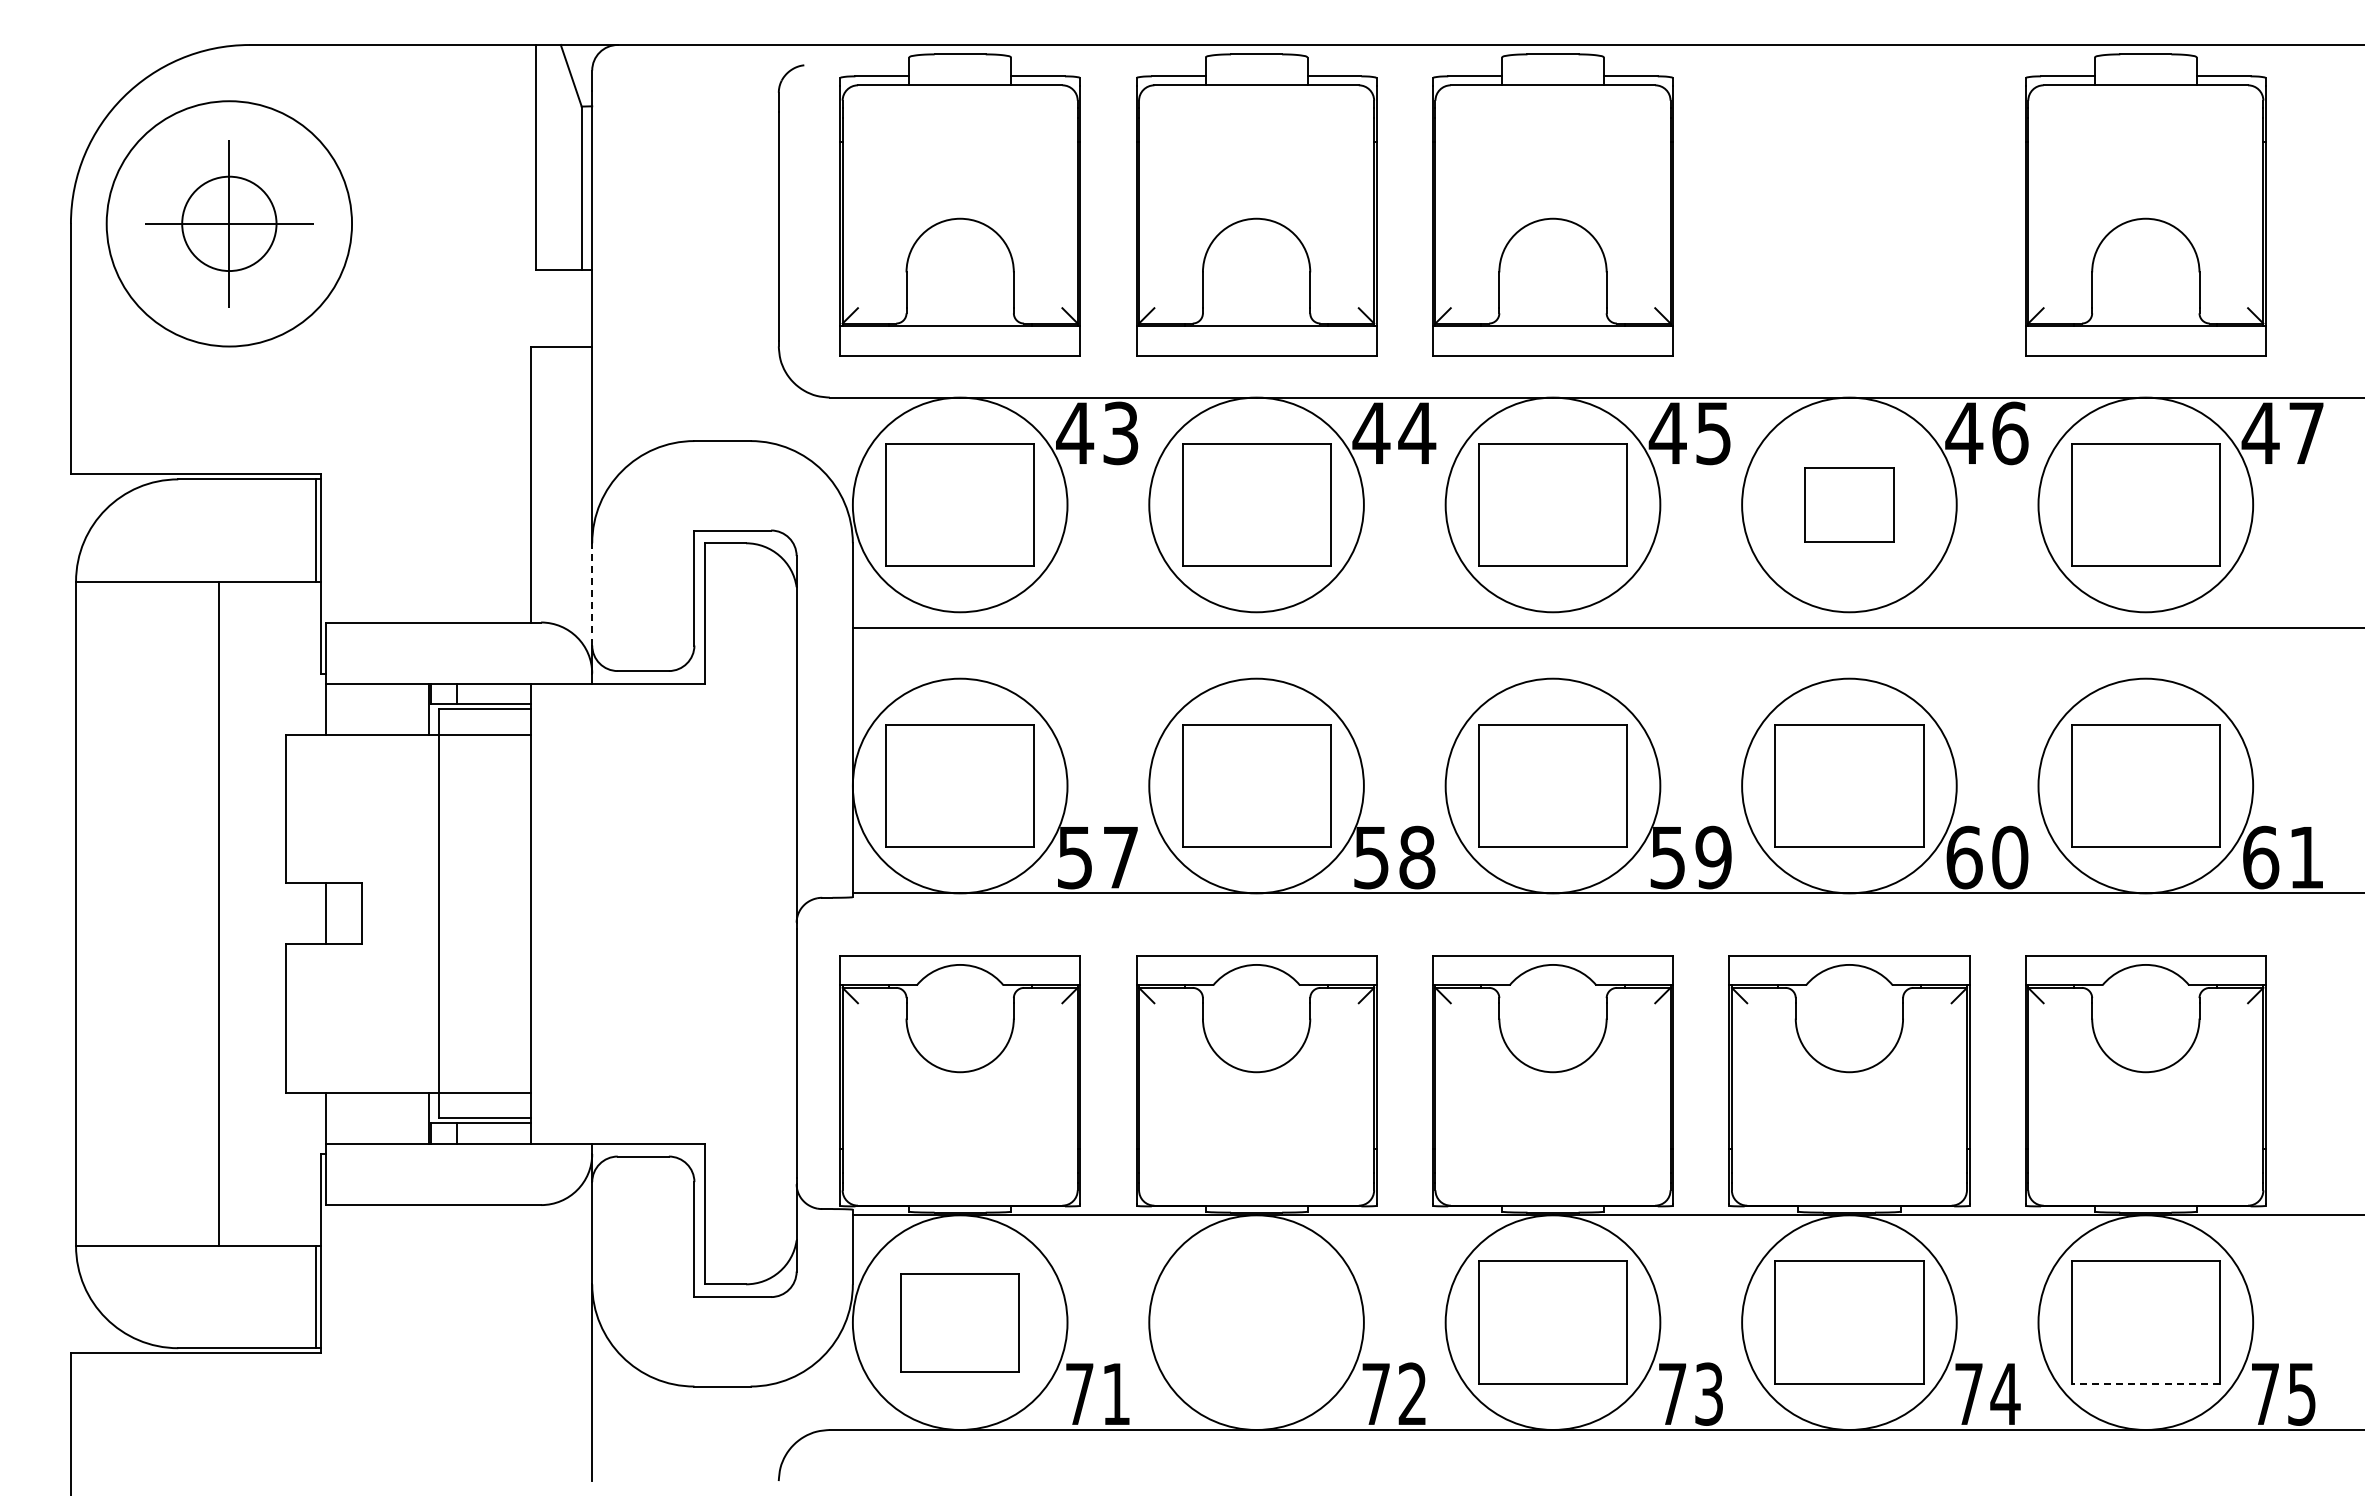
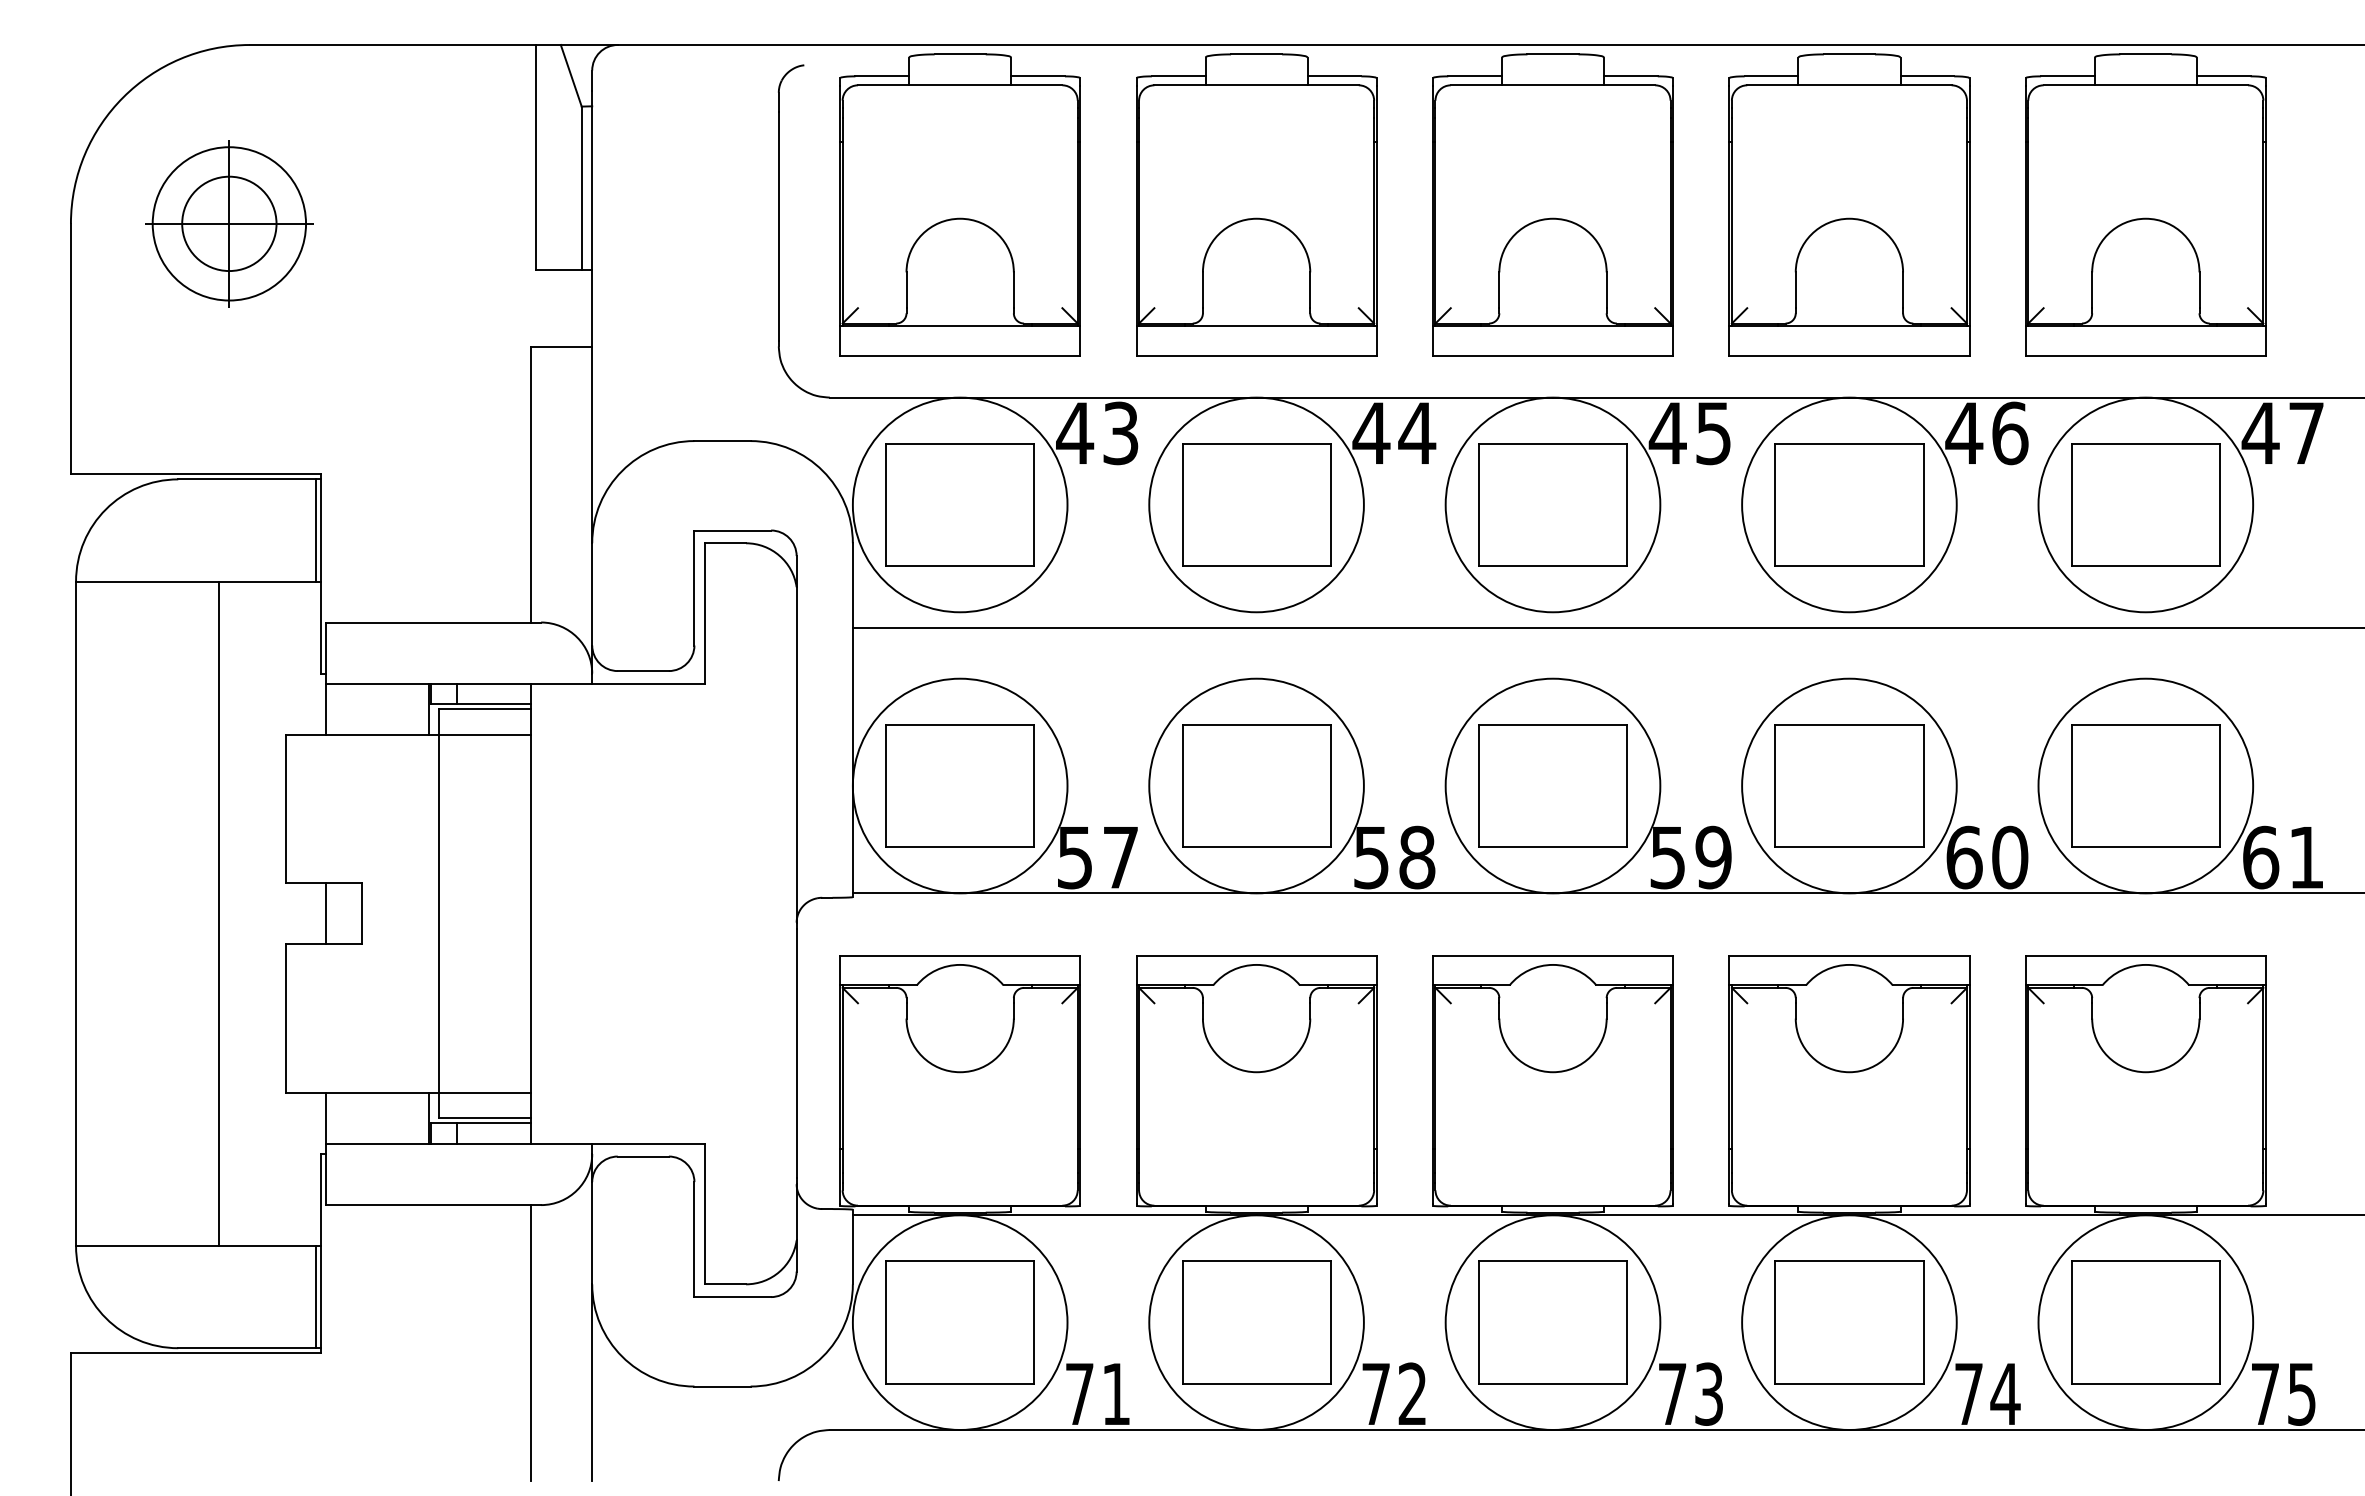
part at (1849, 204): none -> present
circle at (229, 223) diameter: 245 px -> 153 px
part at (1849, 504) size: 91x76 px -> 151x124 px
line at (592, 593): dashed -> solid
part at (959, 1322) size: 120x100 px -> 150x125 px
part at (1256, 1322): none -> present
line at (530, 1343): none -> present
line at (2145, 1383): dashed -> solid
